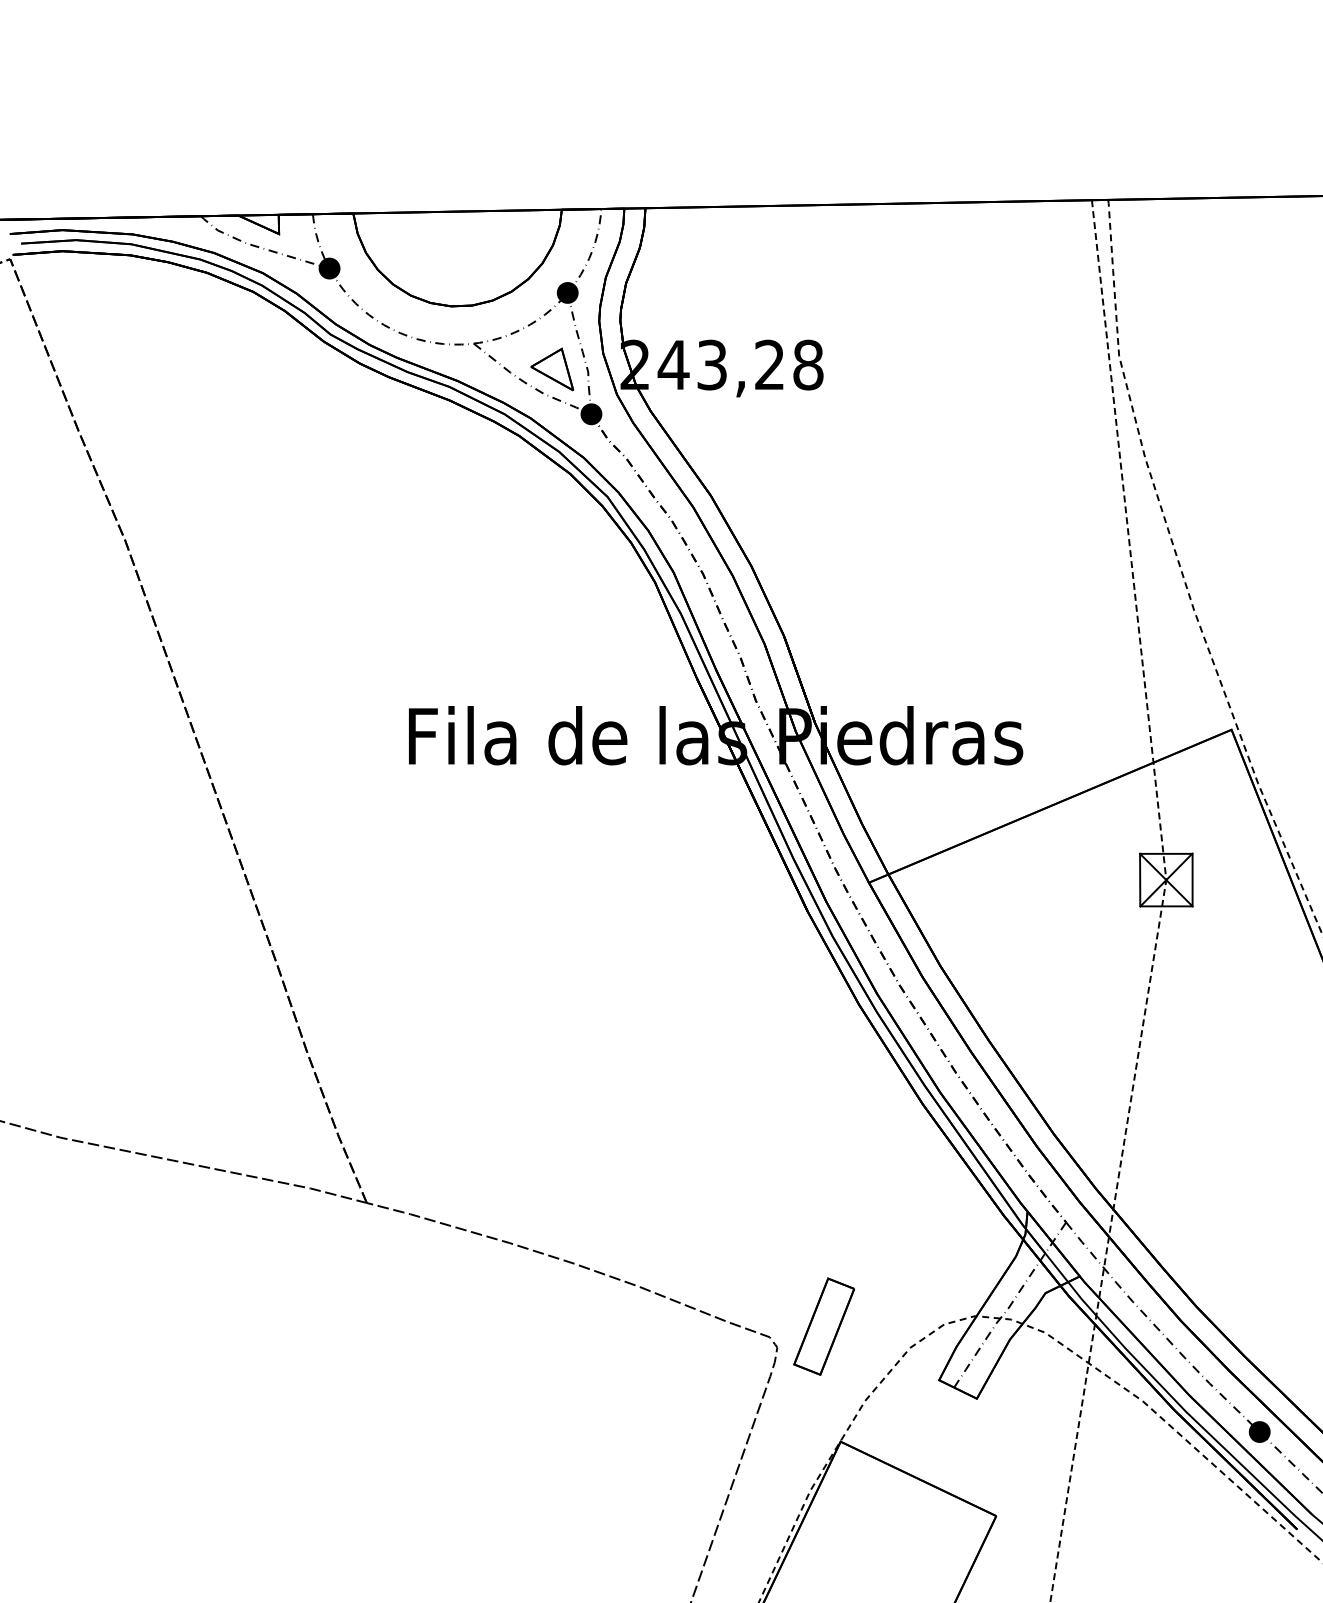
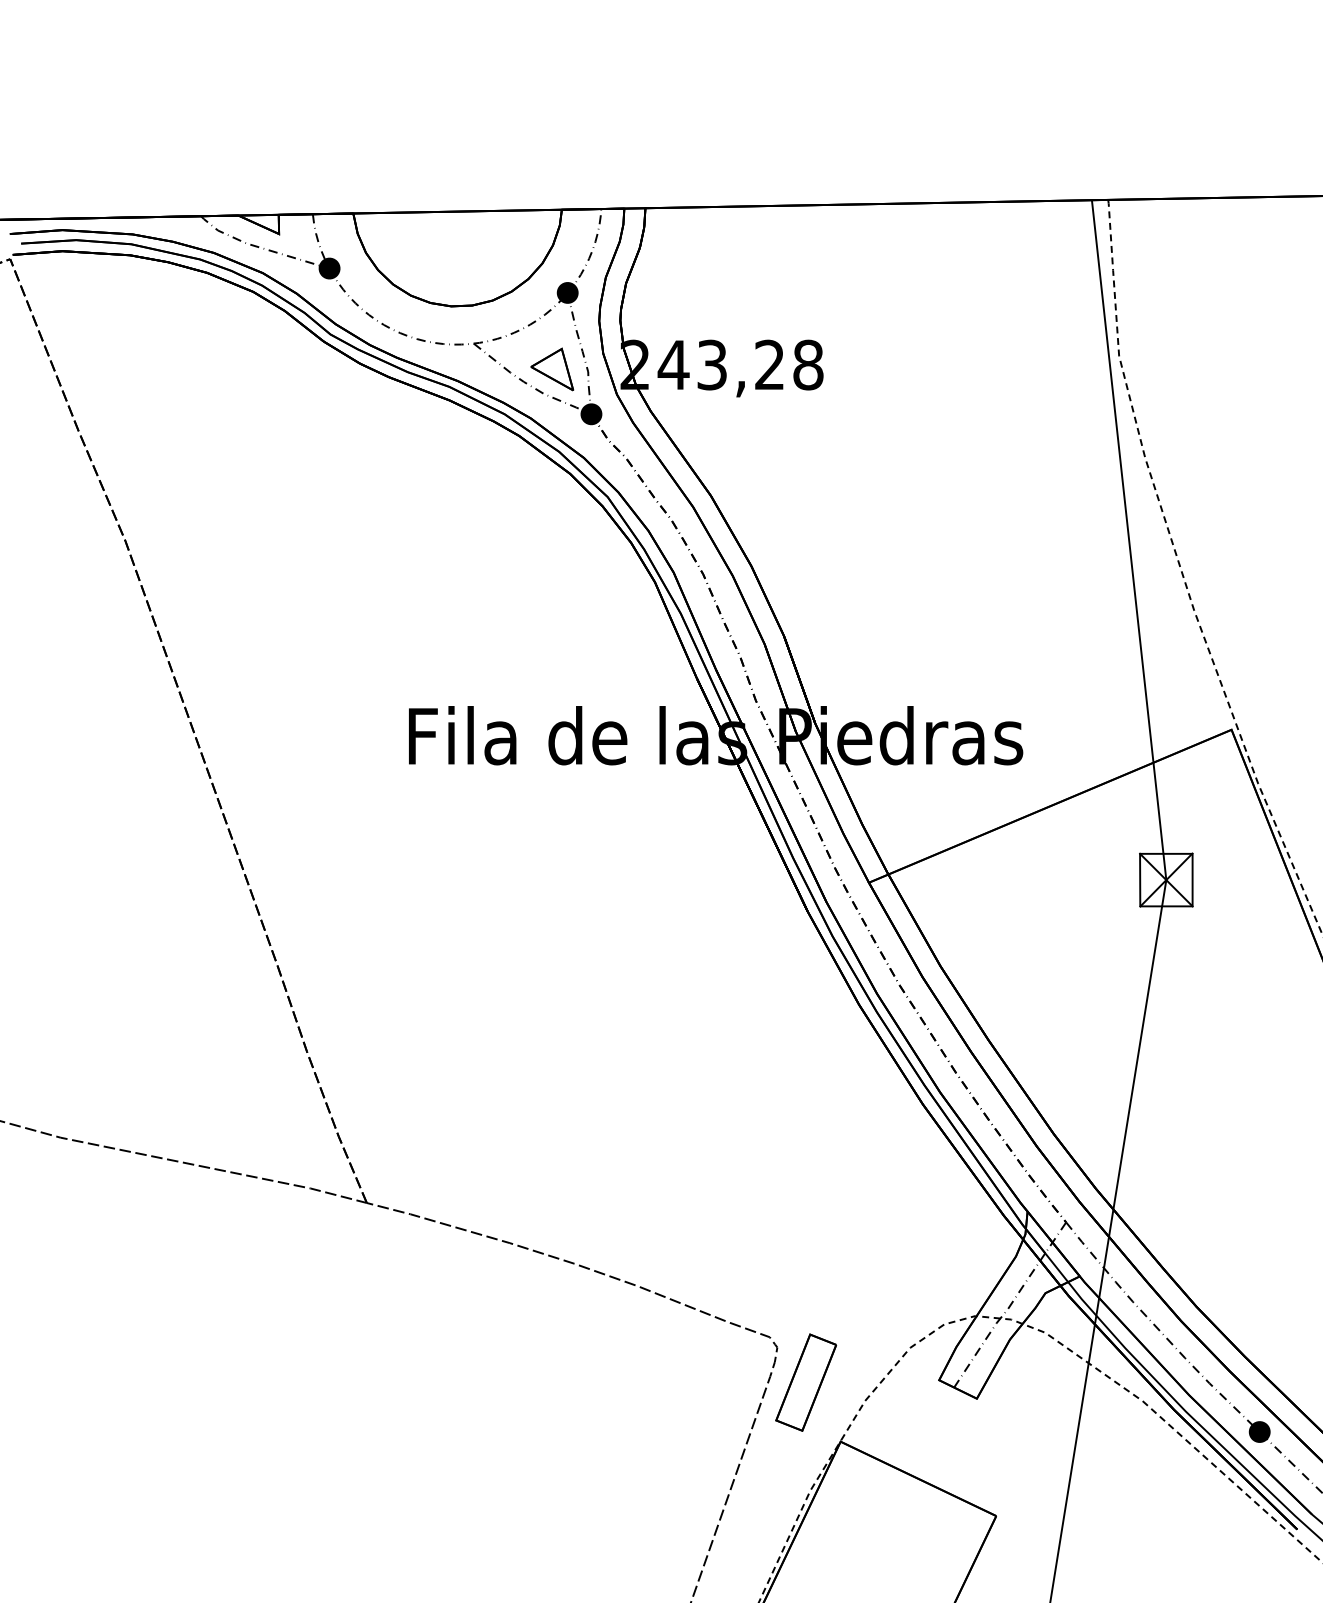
line at (1162, 903): dashed -> solid
part at (824, 1326) position: (824, 1326) -> (806, 1382)
